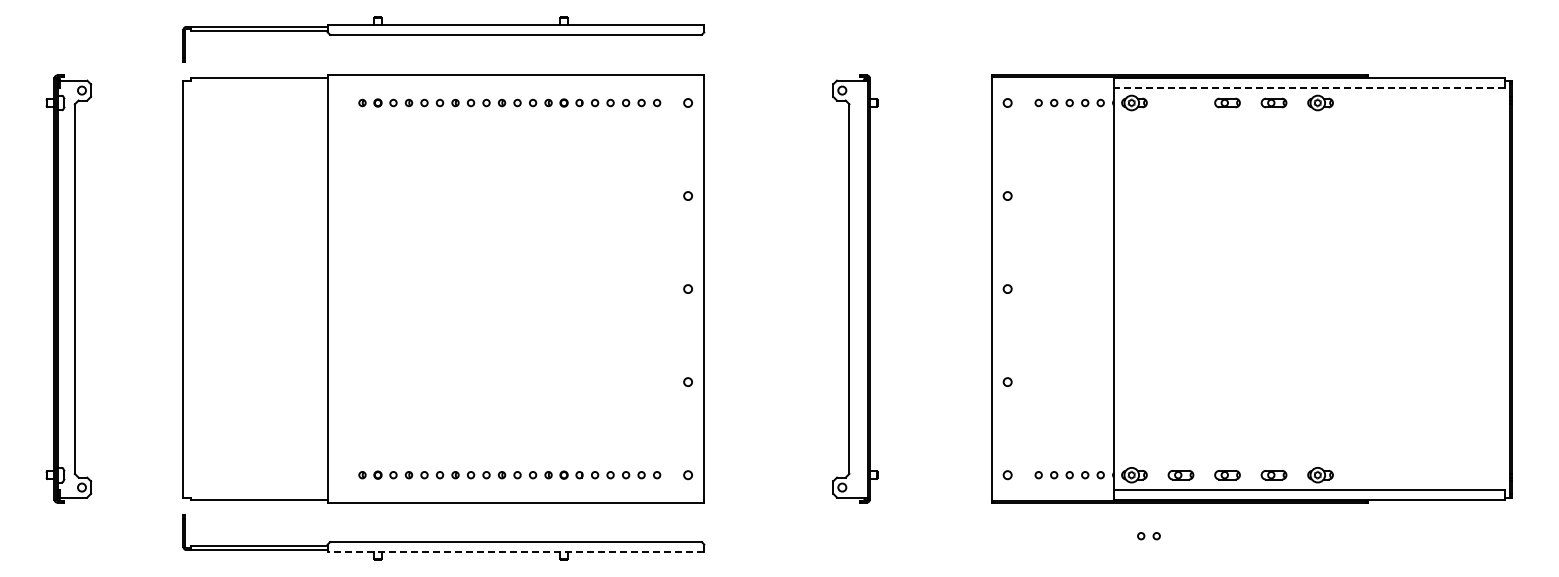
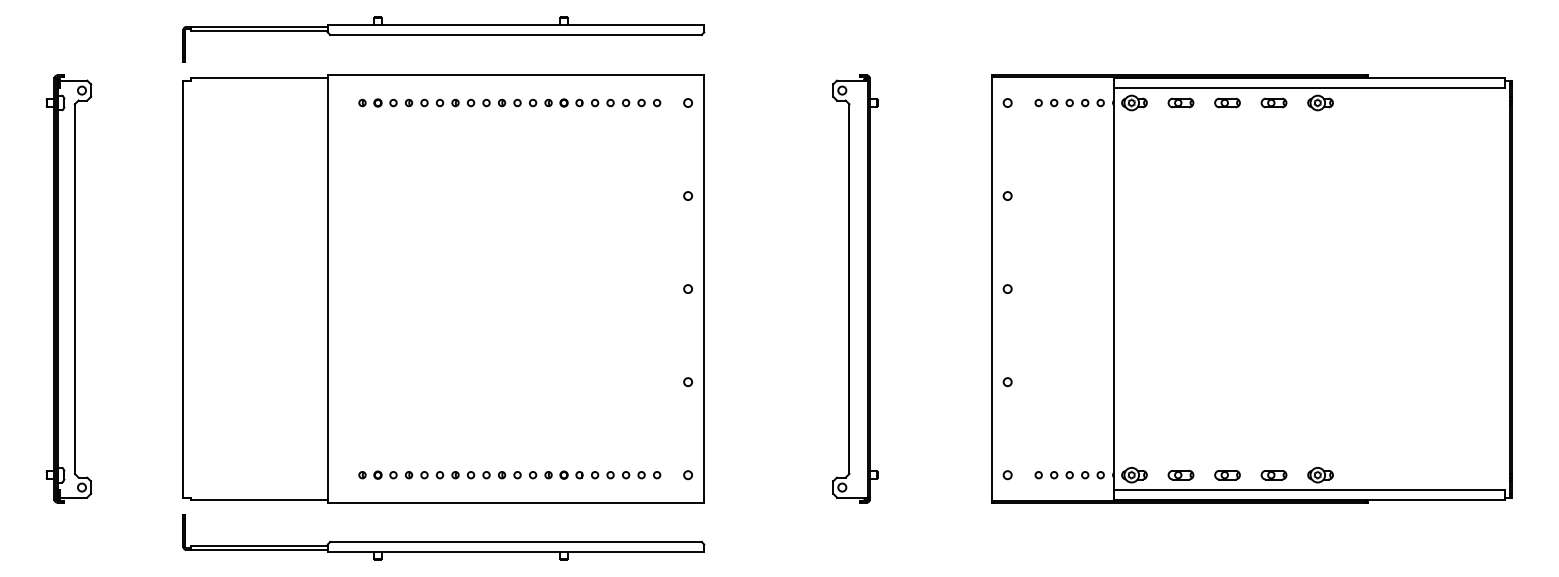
line at (1308, 88): dashed -> solid
part at (1180, 102): none -> present
part at (1148, 536): present -> none
line at (515, 551): dashed -> solid
